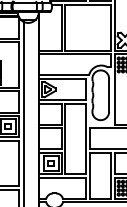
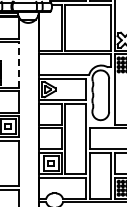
line at (18, 65): solid -> dashed
line at (23, 112): present -> none
